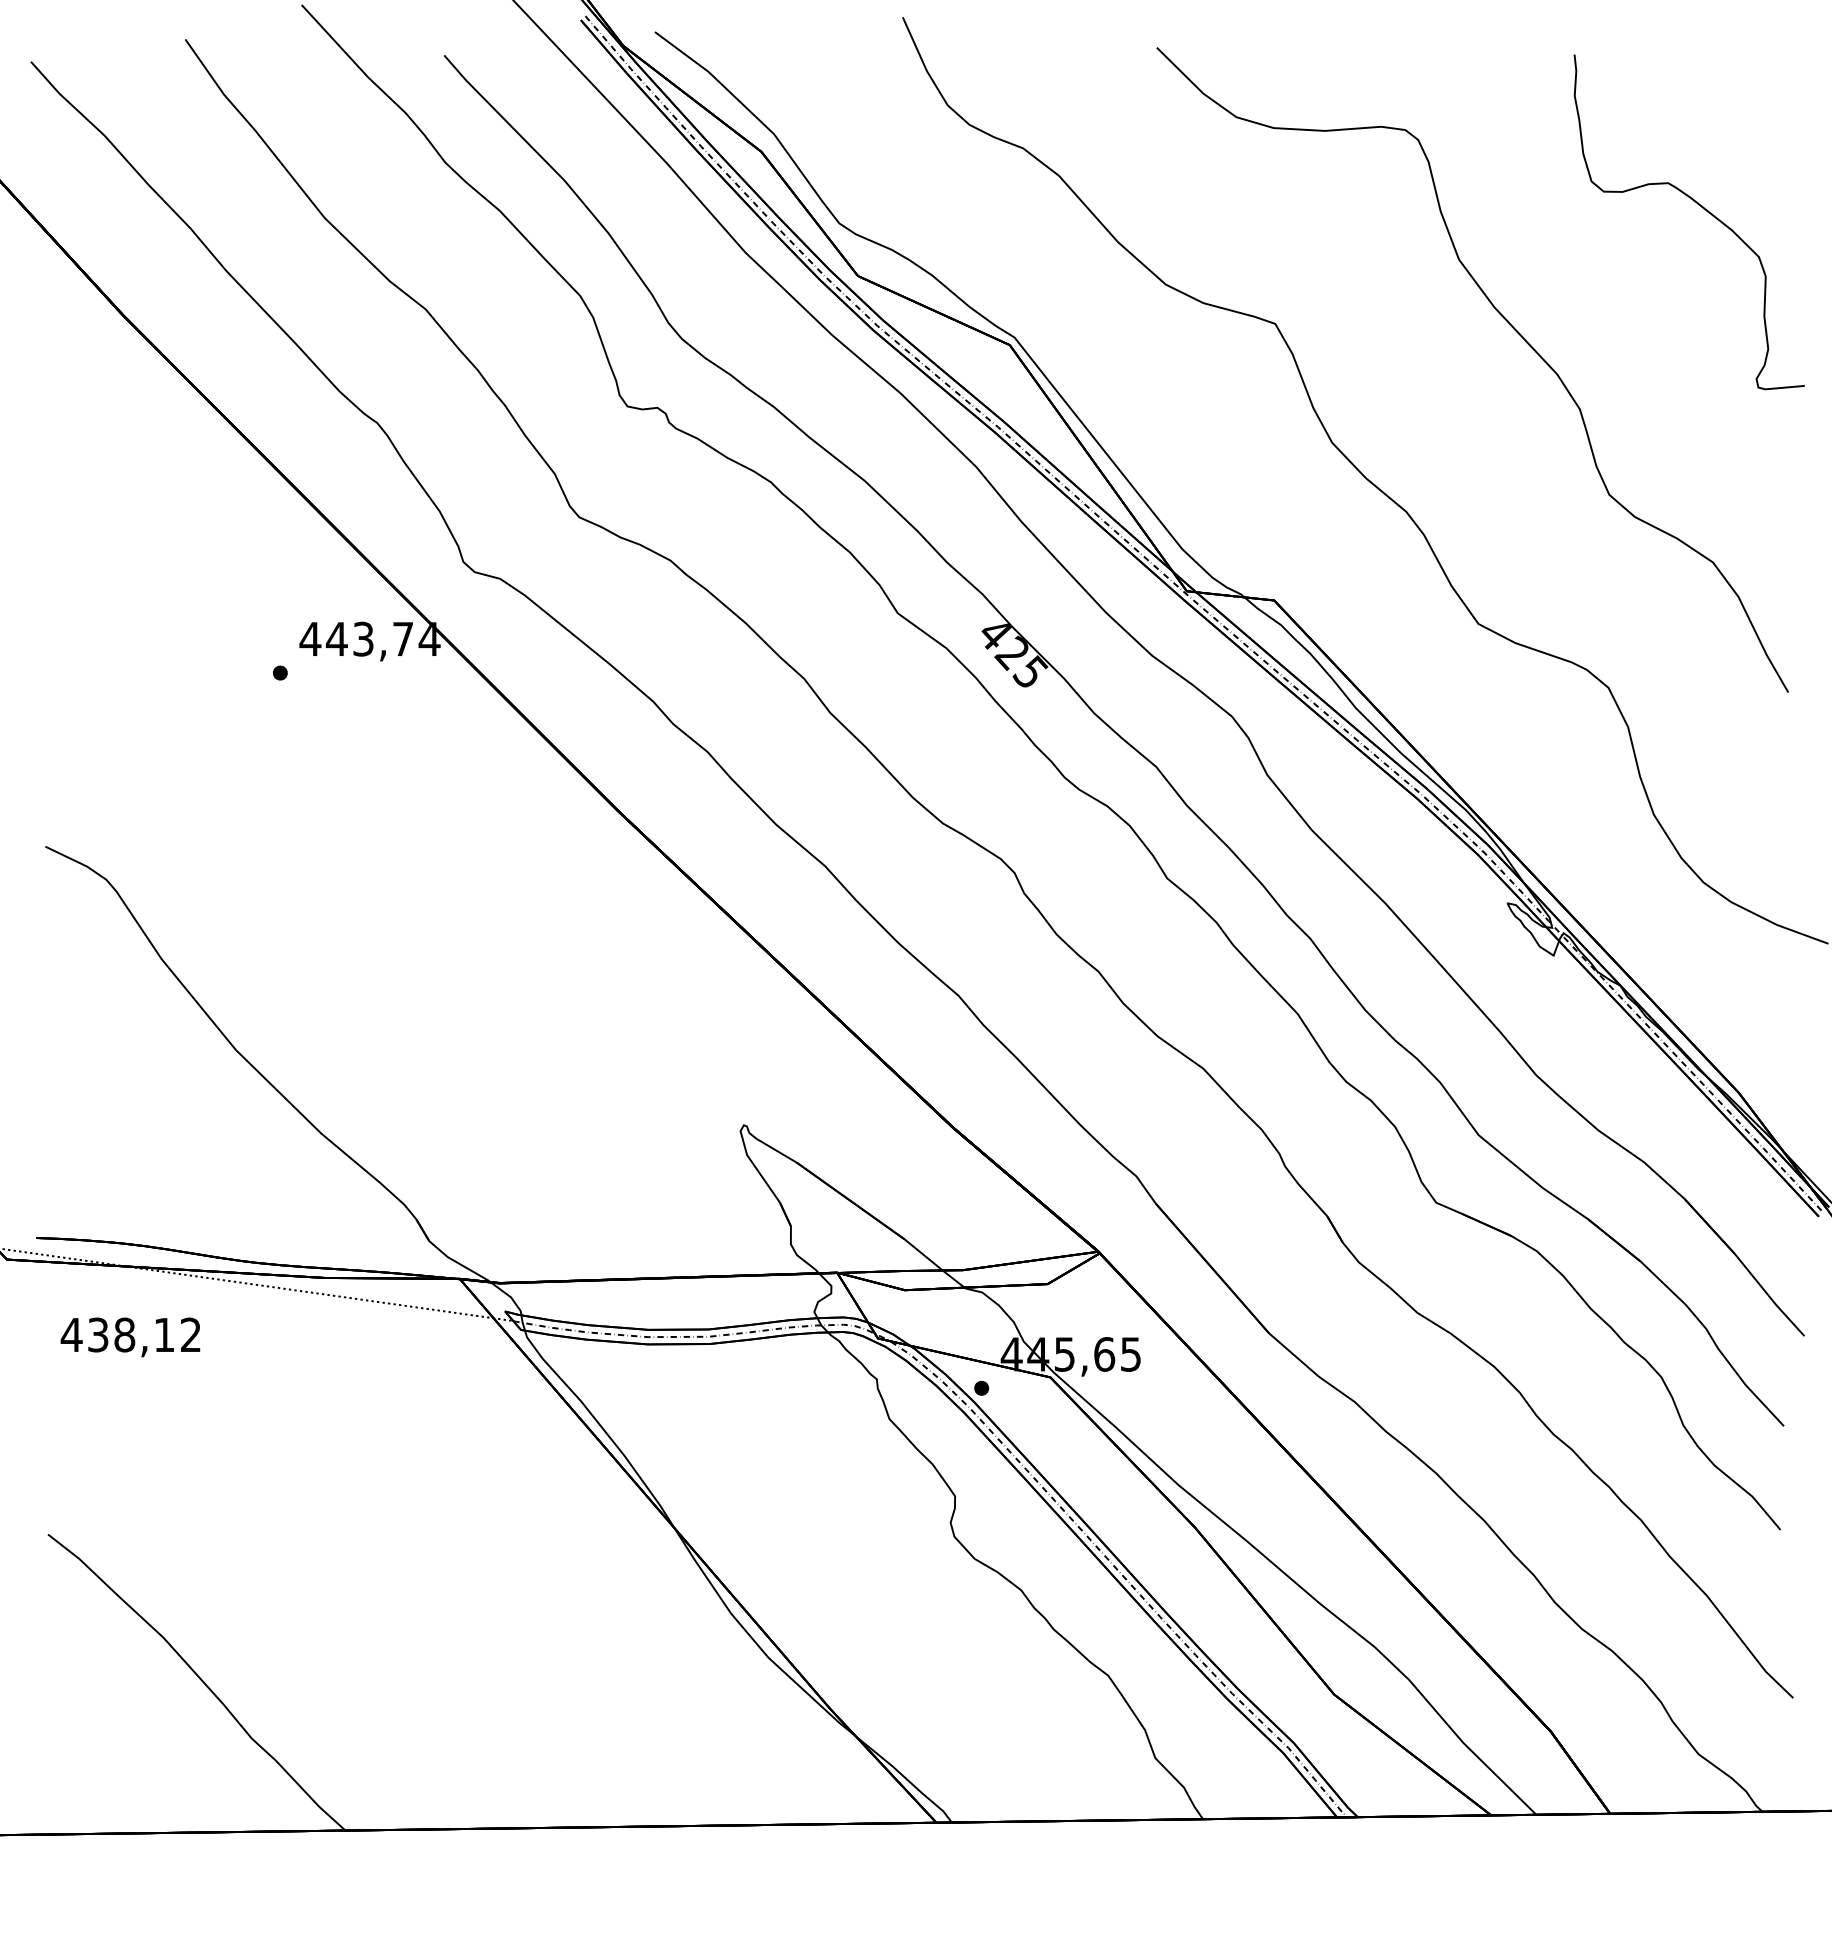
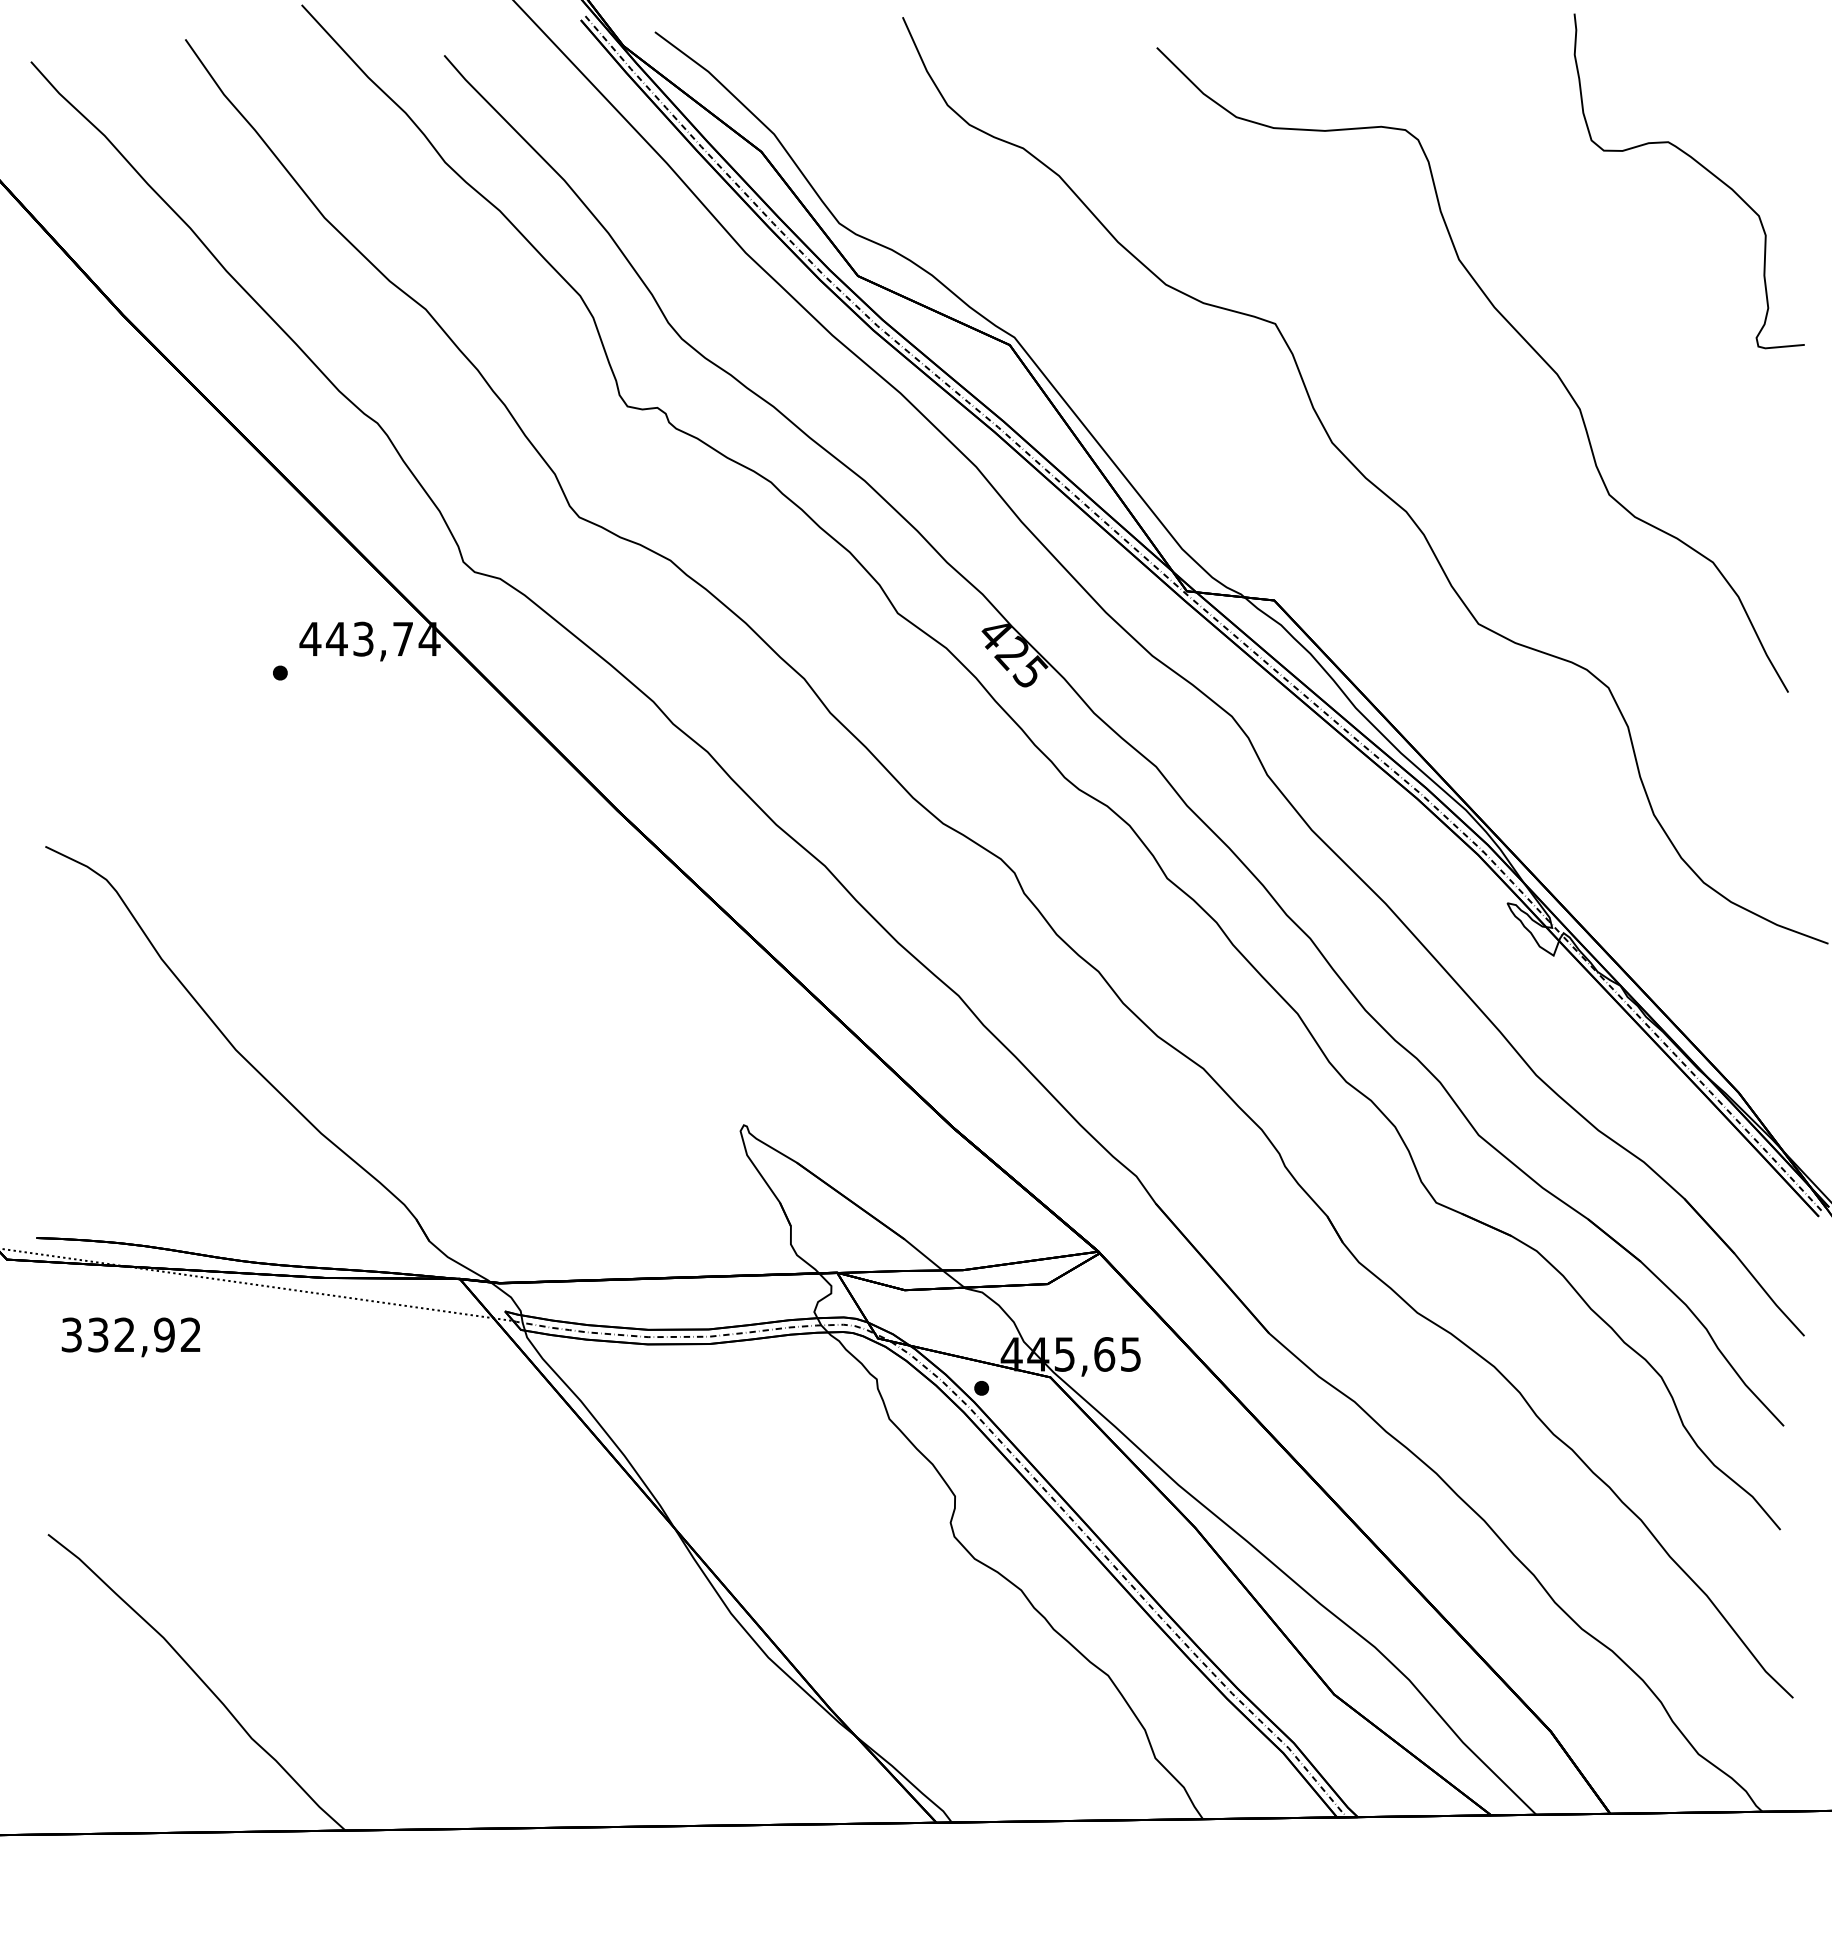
curve at (1698, 205) position: (1698, 205) -> (1698, 164)
text at (117, 1334): 438,12 -> 332,92
